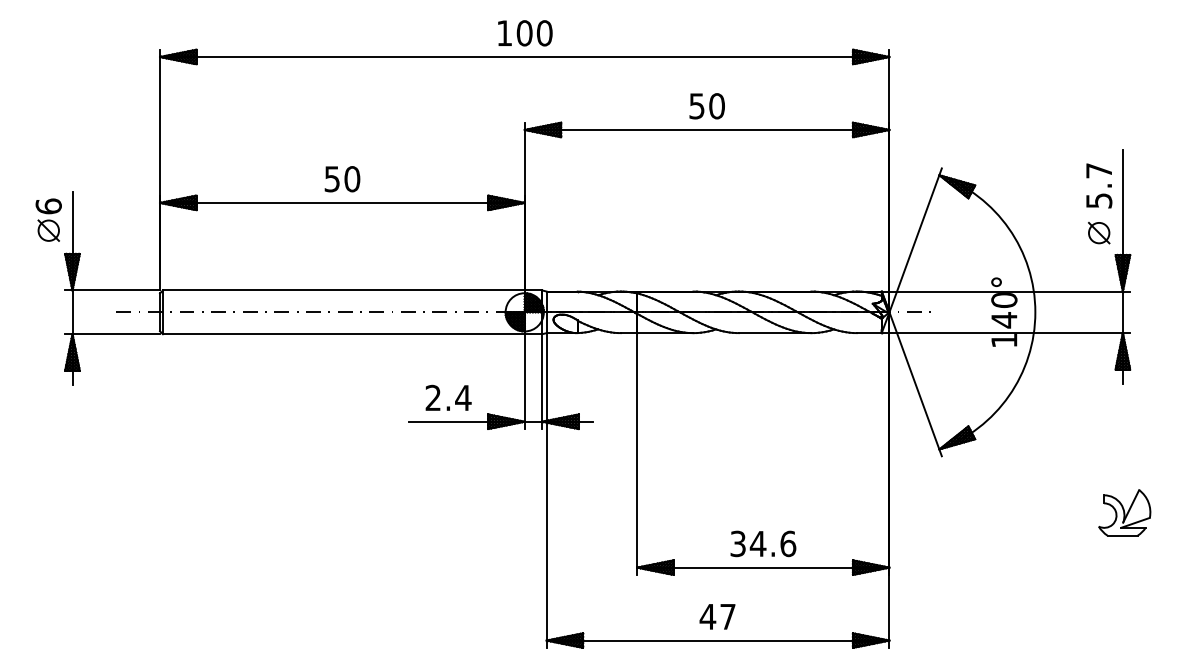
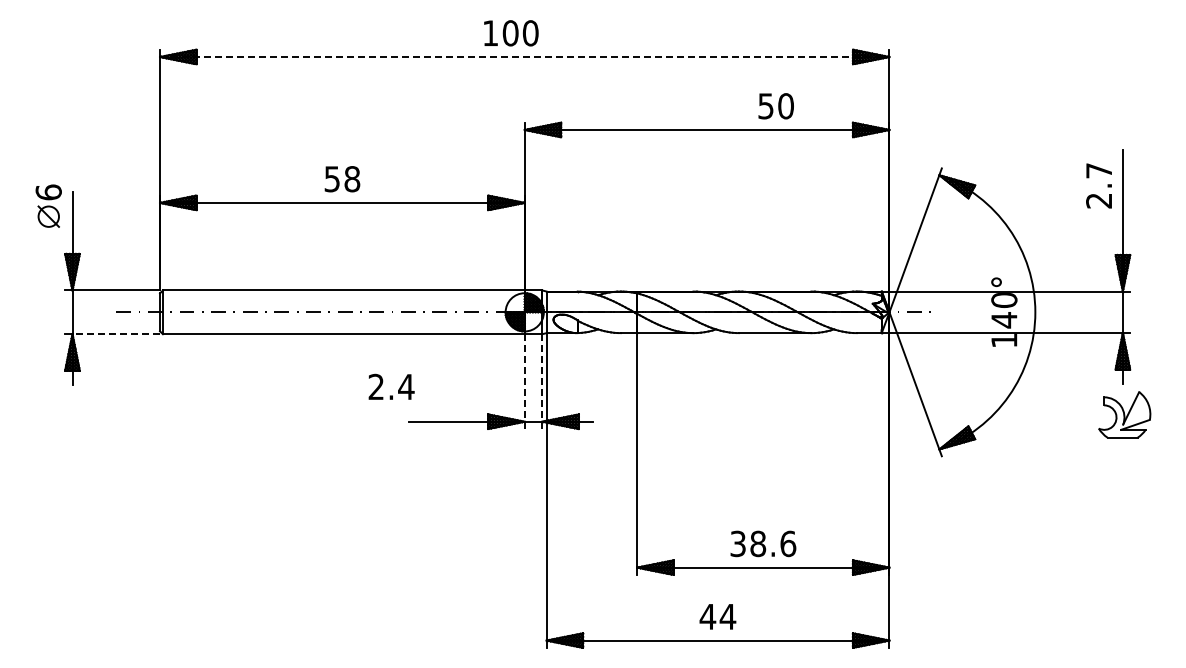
text at (525, 33) position: (525, 33) -> (511, 33)
line at (524, 57): solid -> dashed
text at (706, 106) position: (706, 106) -> (775, 106)
text at (352, 179): 50 -> 58
text at (1099, 200): 5.7 -> 2.7
part at (48, 219) position: (48, 219) -> (48, 205)
part at (1099, 233): present -> none
line at (116, 334): solid -> dashed
line at (542, 381): solid -> dashed
line at (524, 382): solid -> dashed
text at (448, 397) position: (448, 397) -> (391, 386)
part at (1124, 512) position: (1124, 512) -> (1124, 414)
text at (757, 543): 34.6 -> 38.6
text at (727, 616): 47 -> 44
